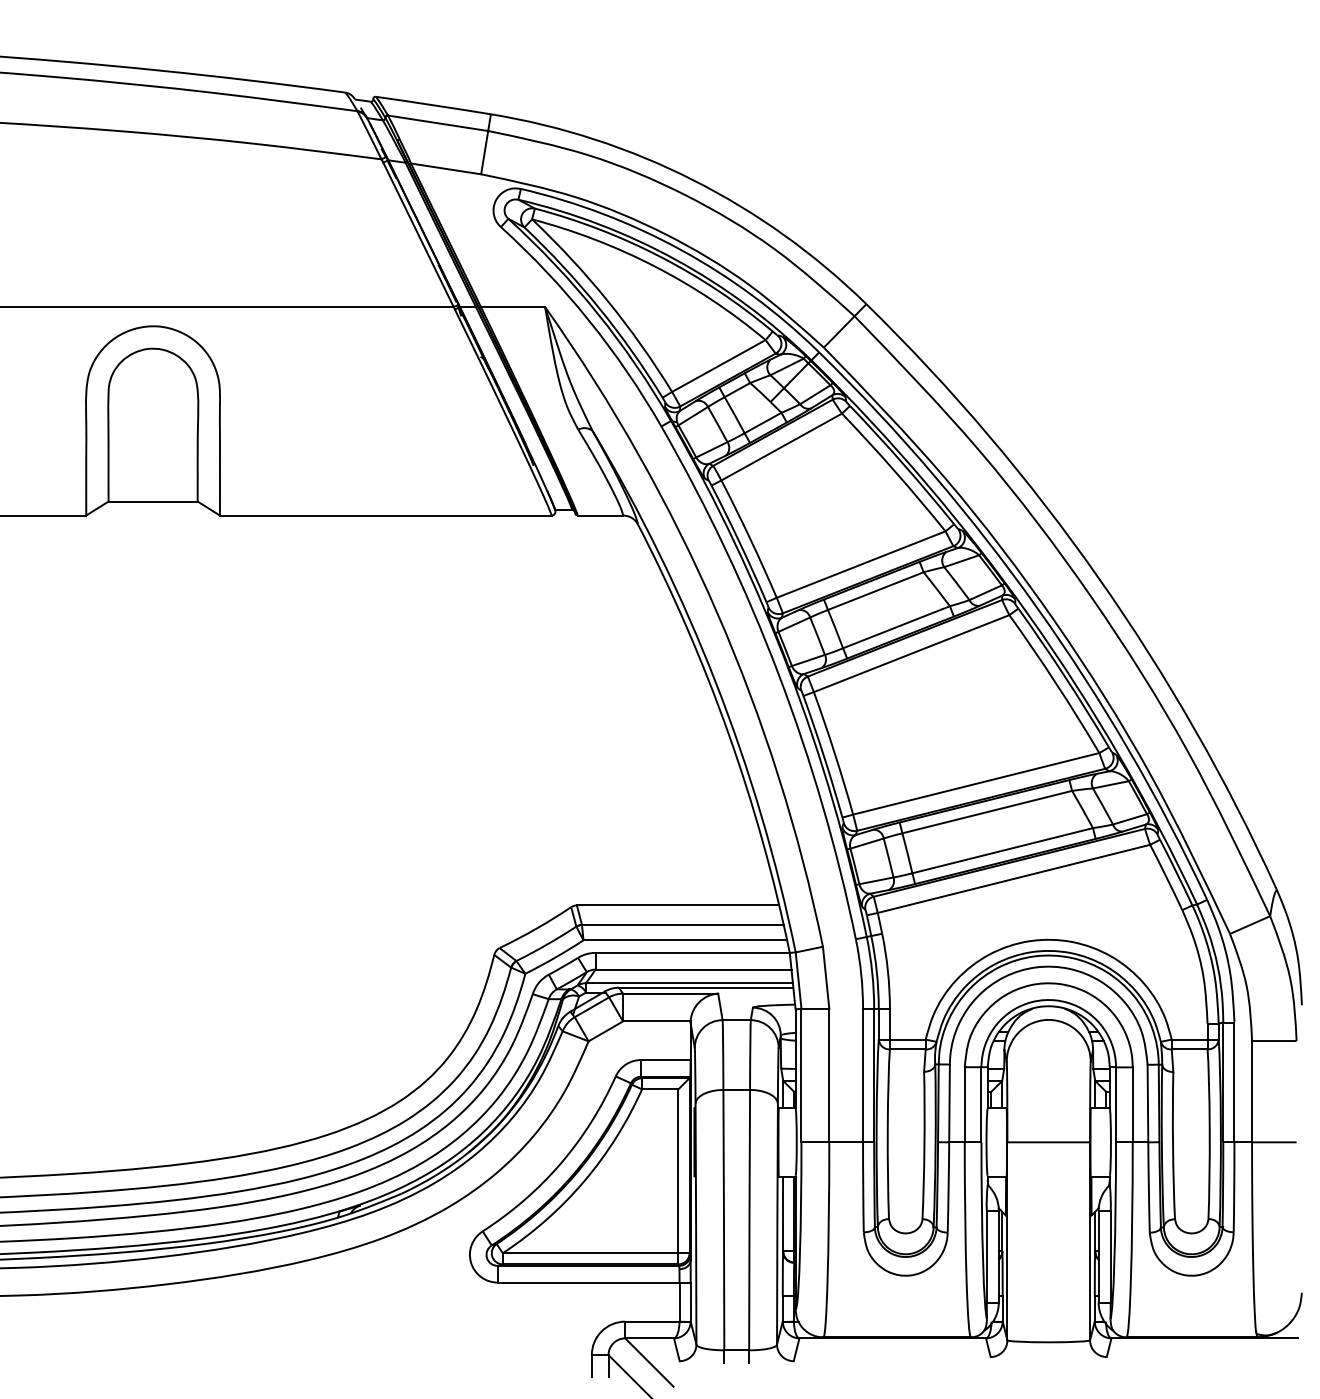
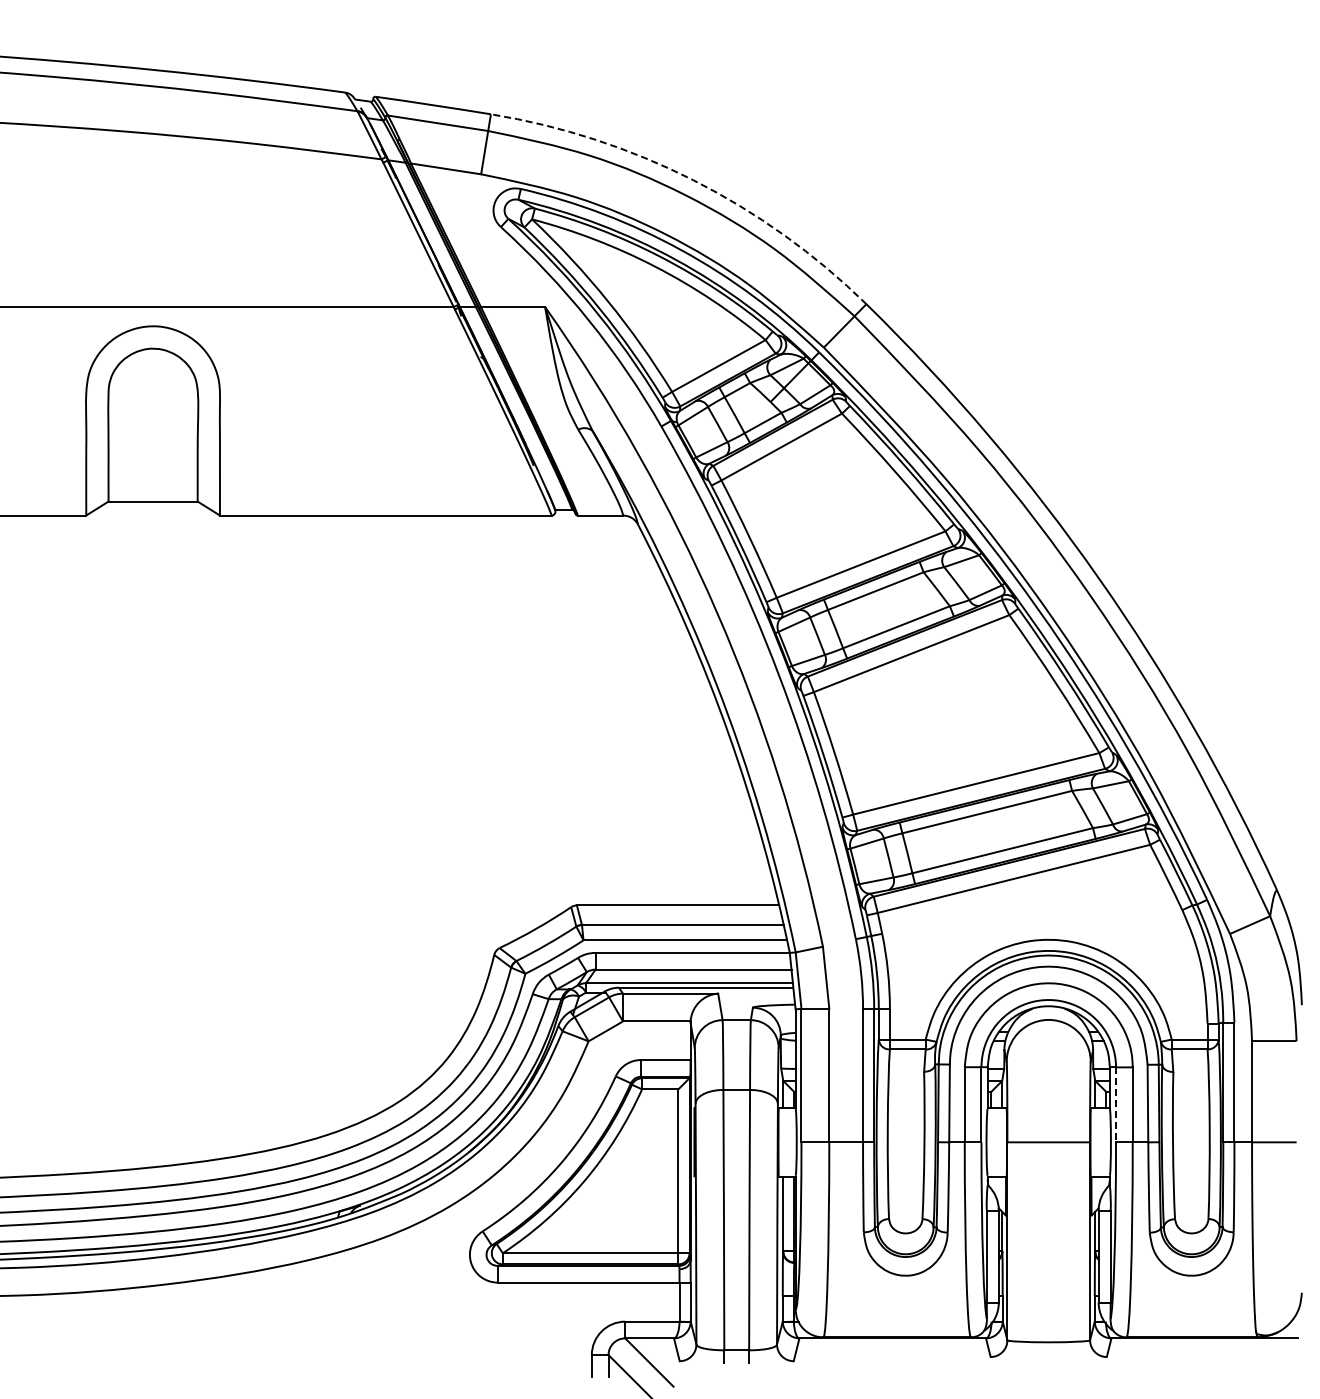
arc at (693, 180): solid -> dashed
line at (1116, 1105): solid -> dashed
